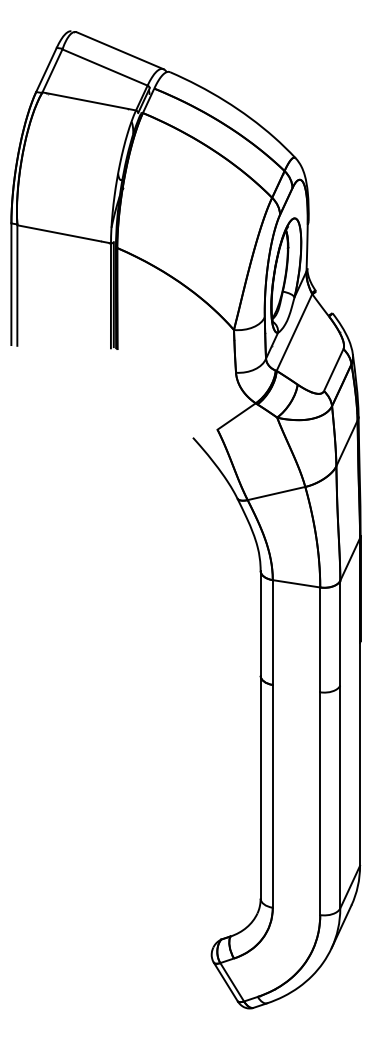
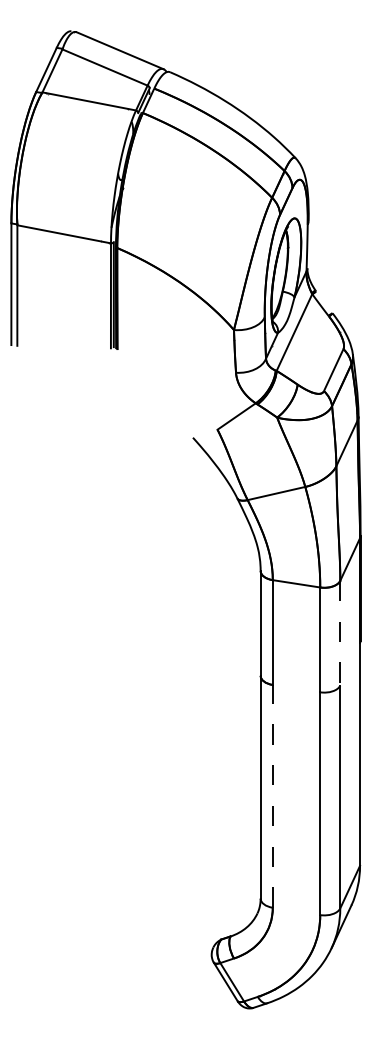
line at (340, 633): solid -> dashed
line at (272, 795): solid -> dashed
